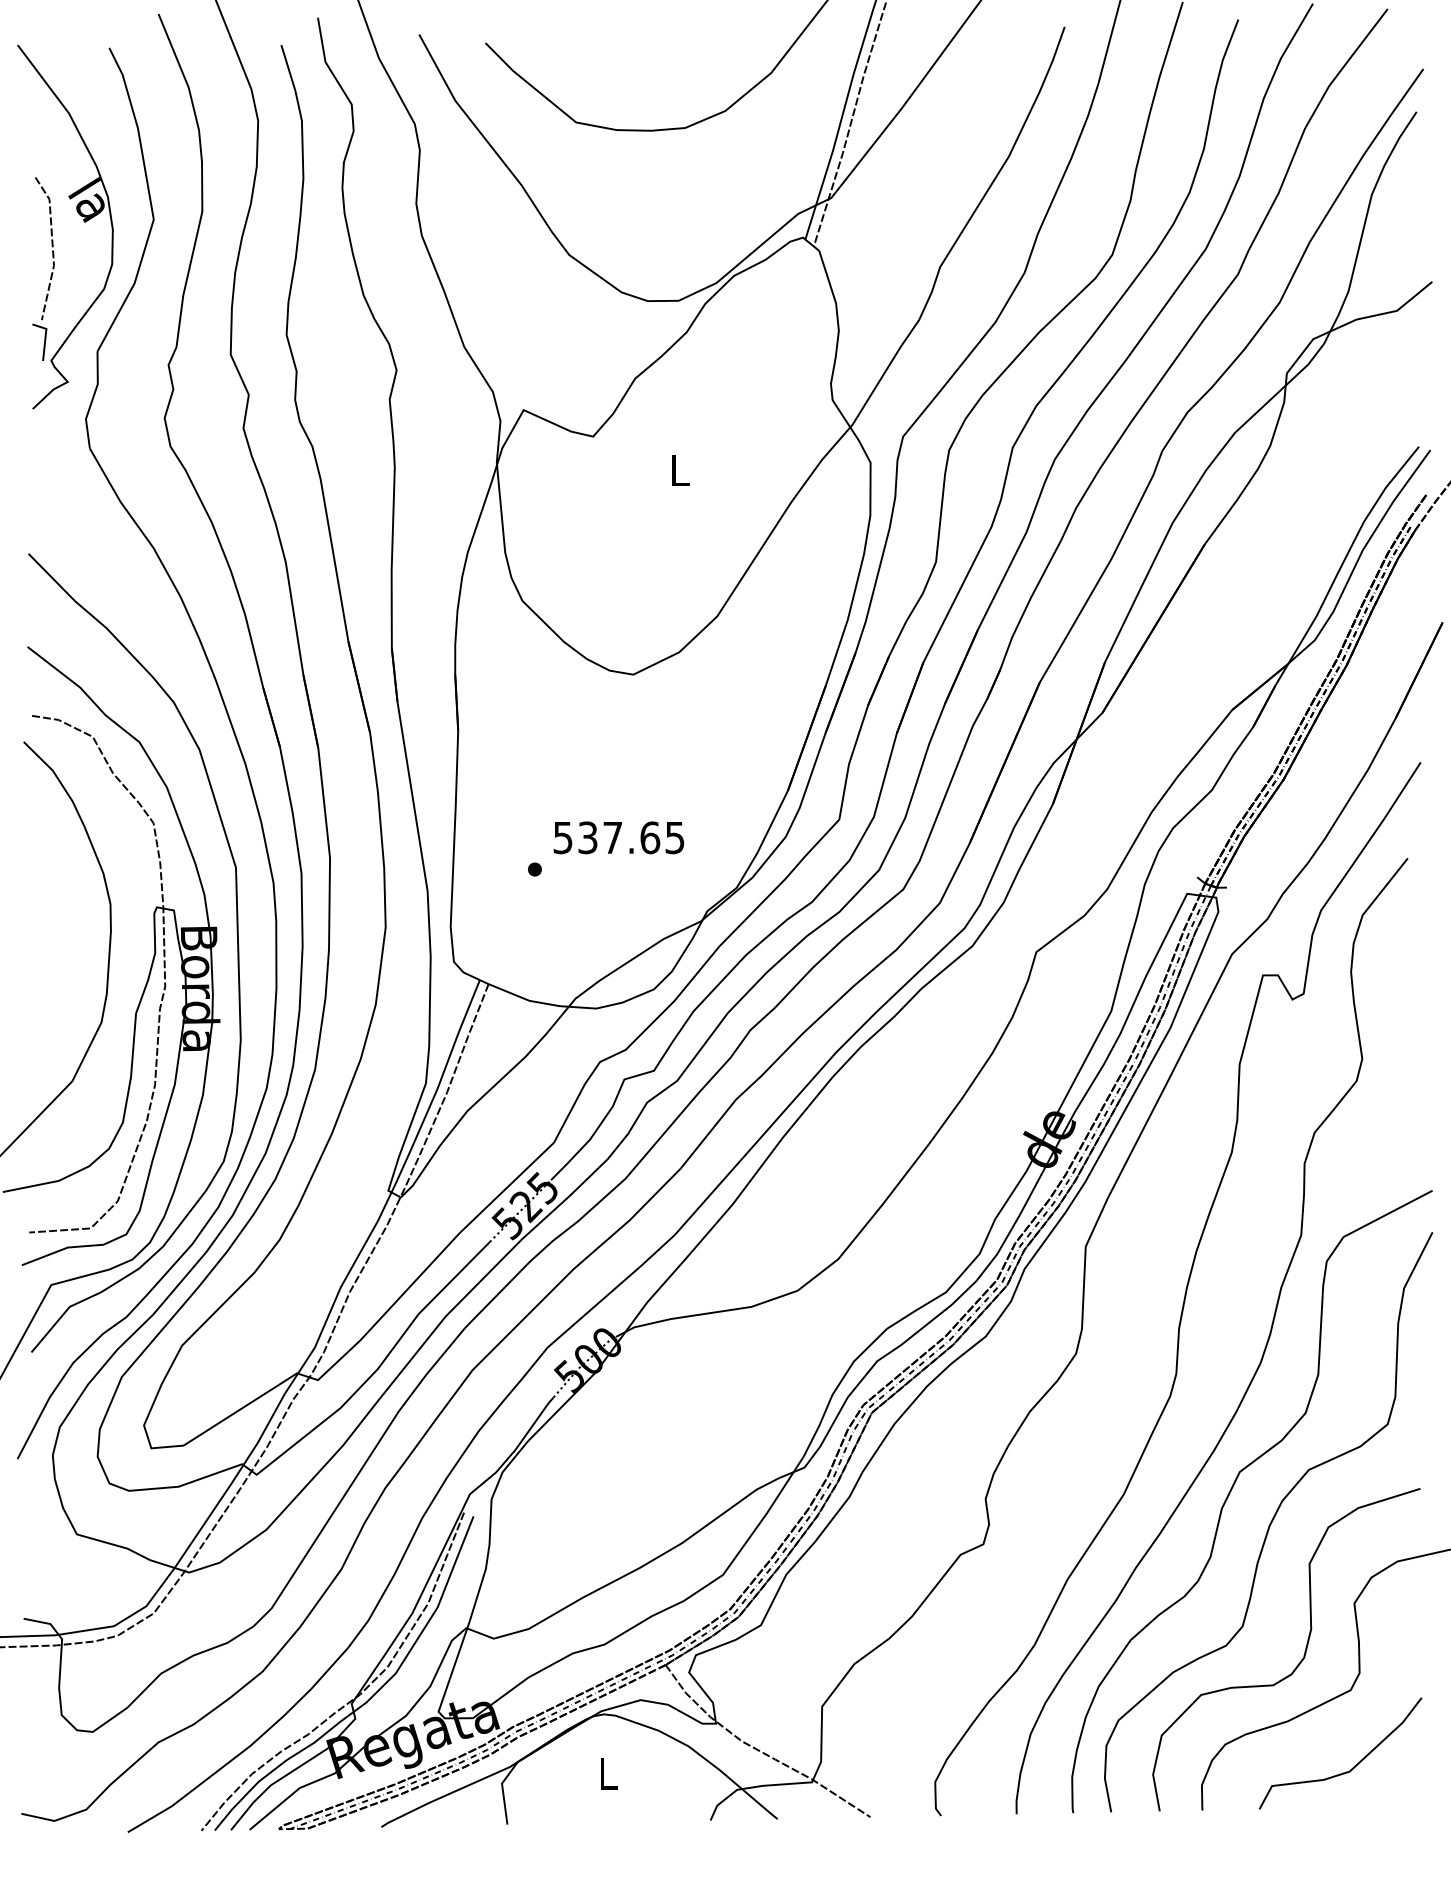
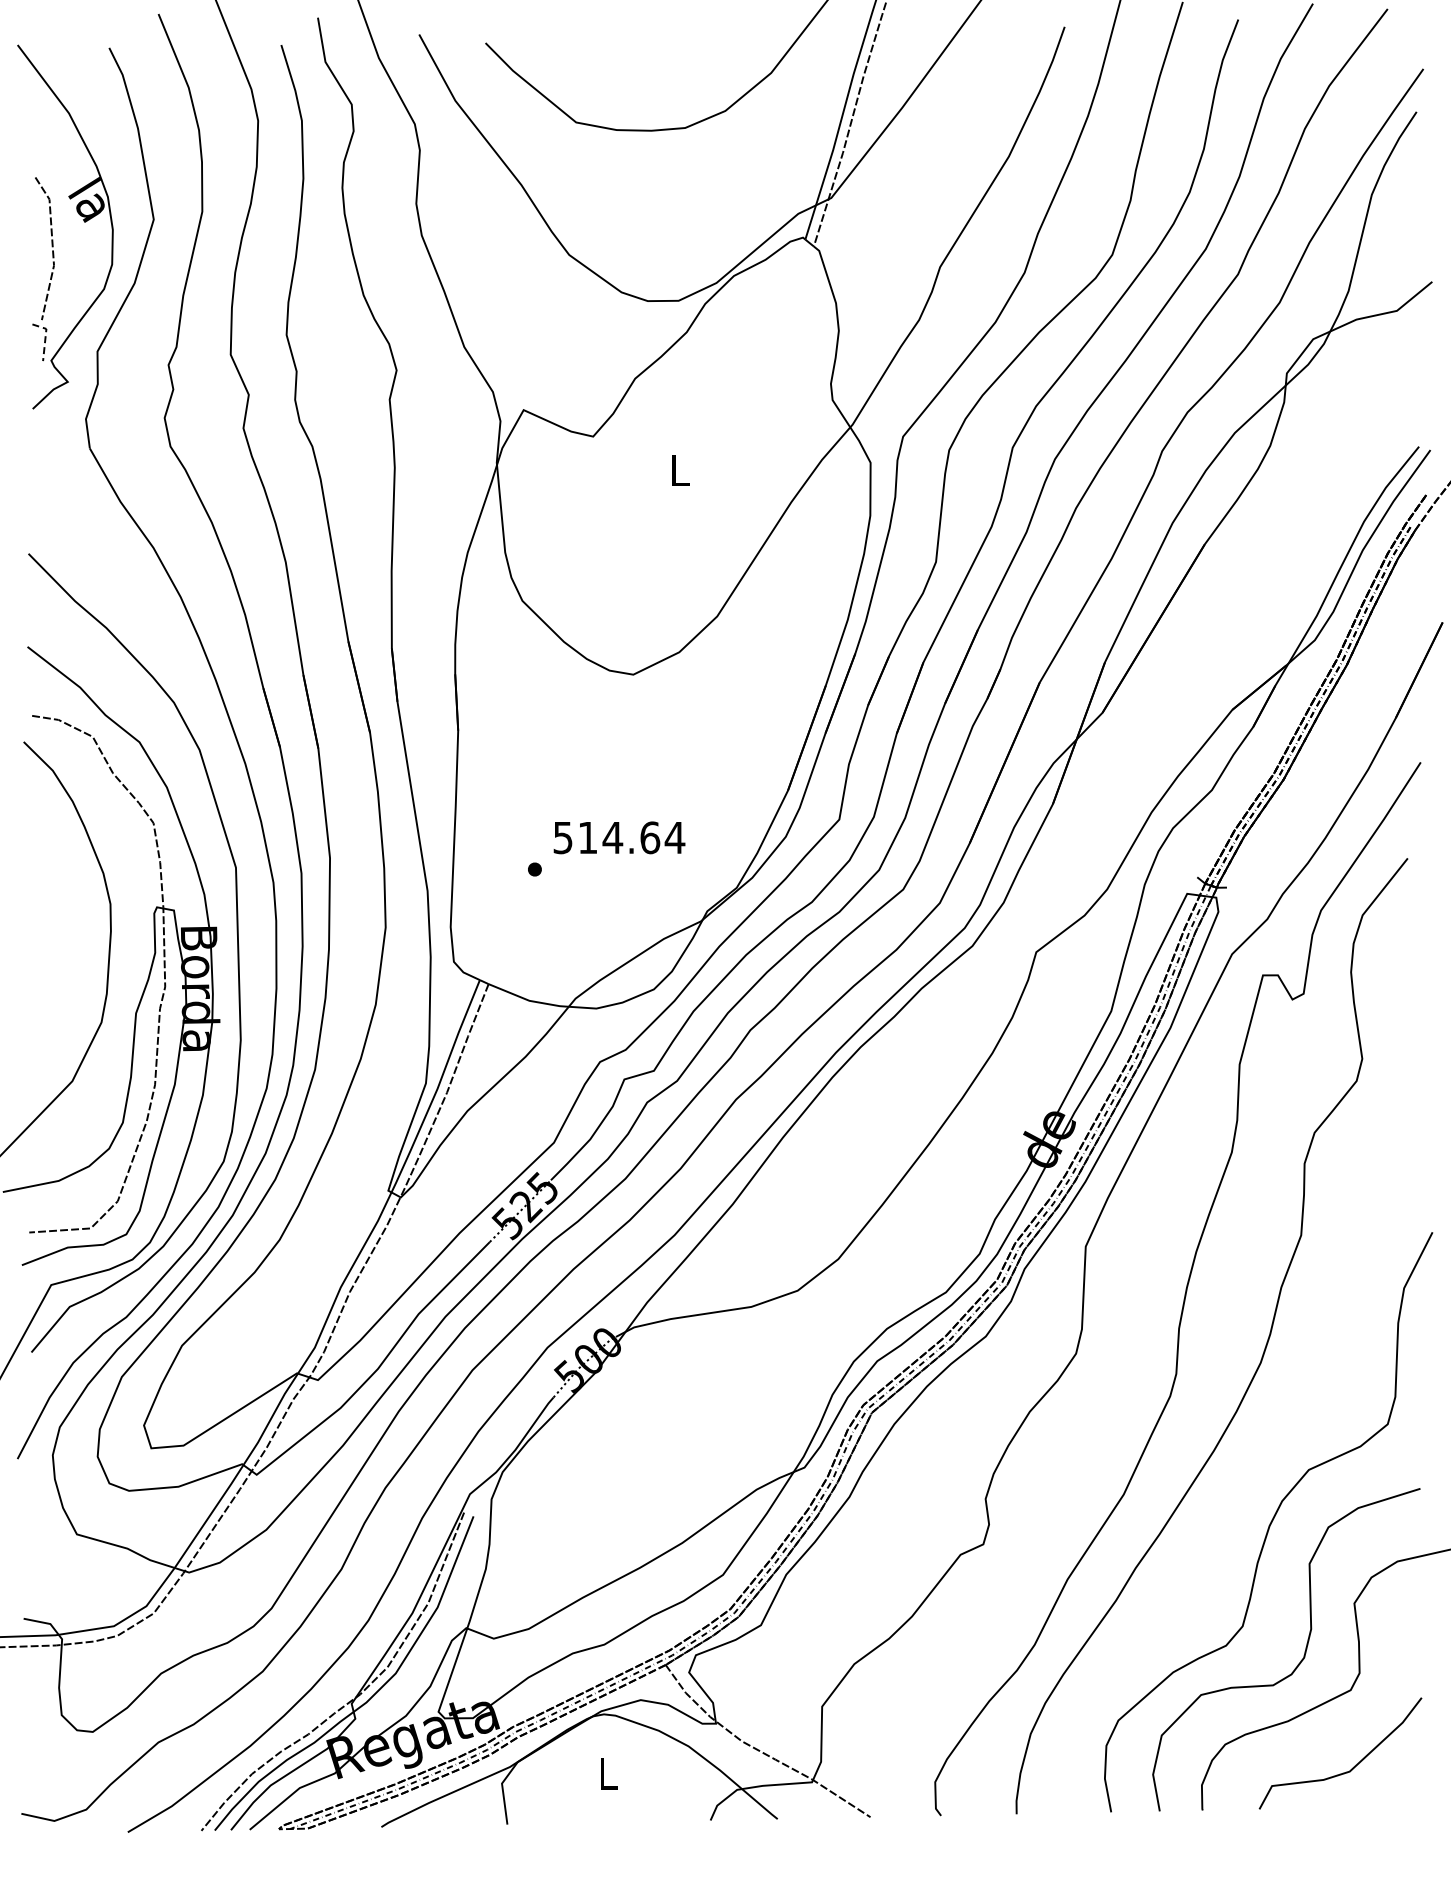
line at (45, 337): solid -> dashed
text at (631, 837): 537.65 -> 514.64
curve at (1231, 1491): present -> none
